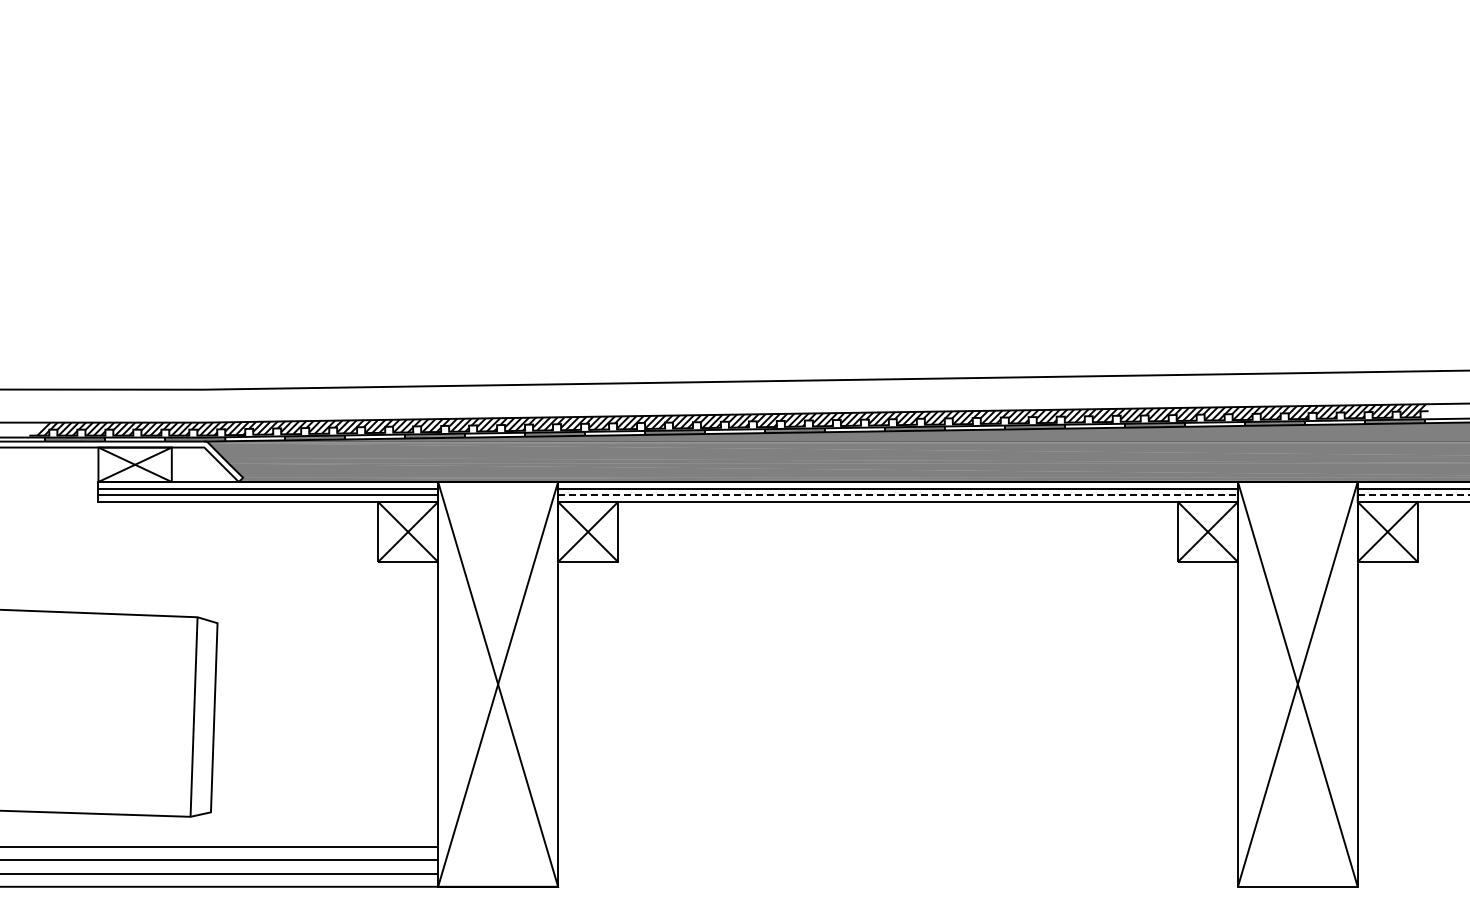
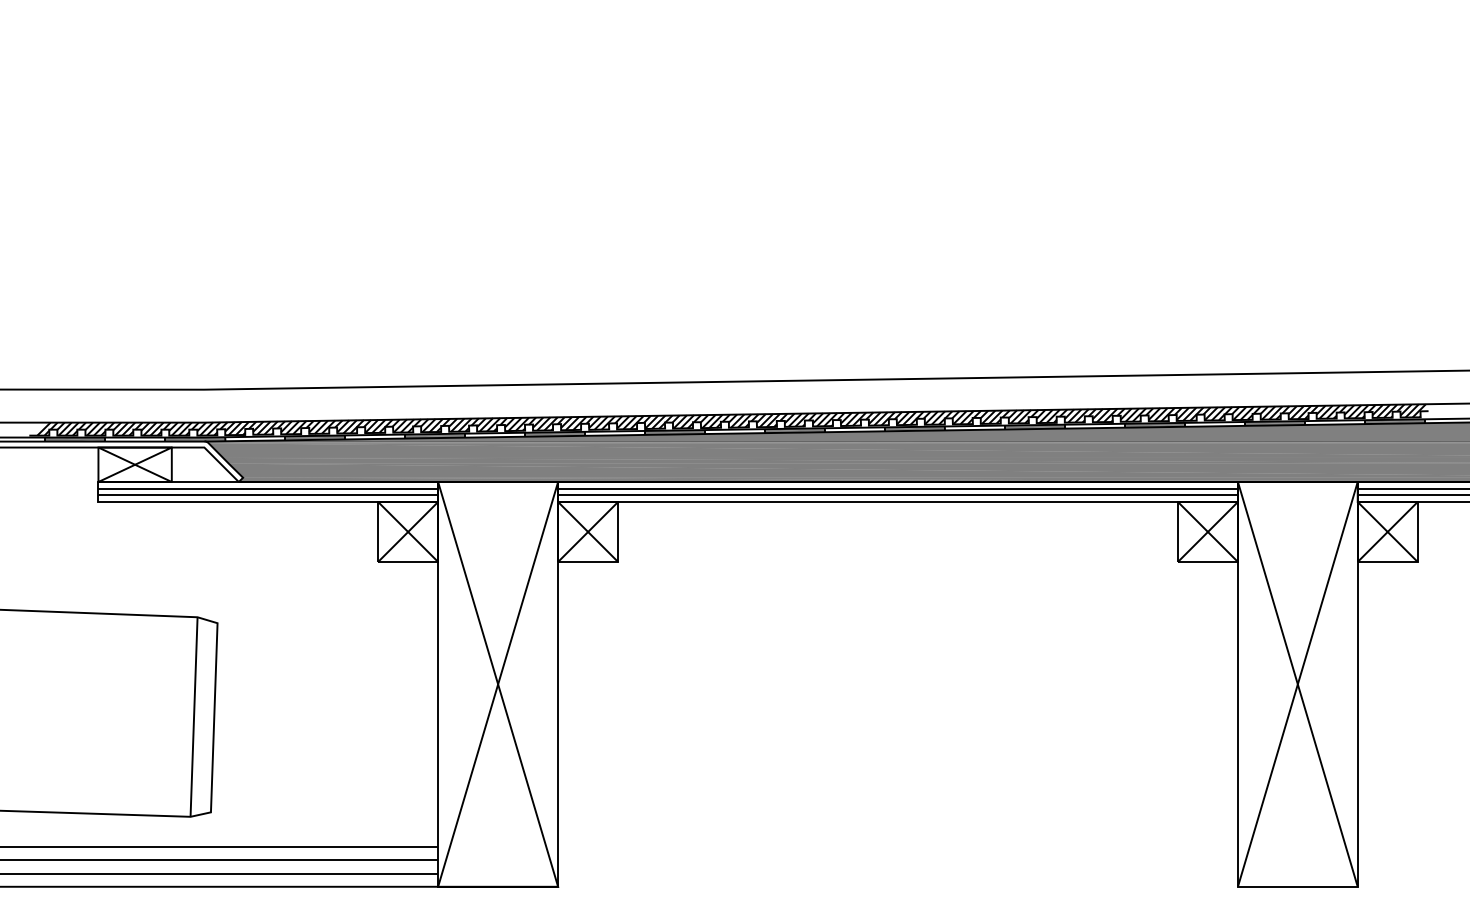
line at (898, 495): dashed -> solid
line at (1413, 495): dashed -> solid
